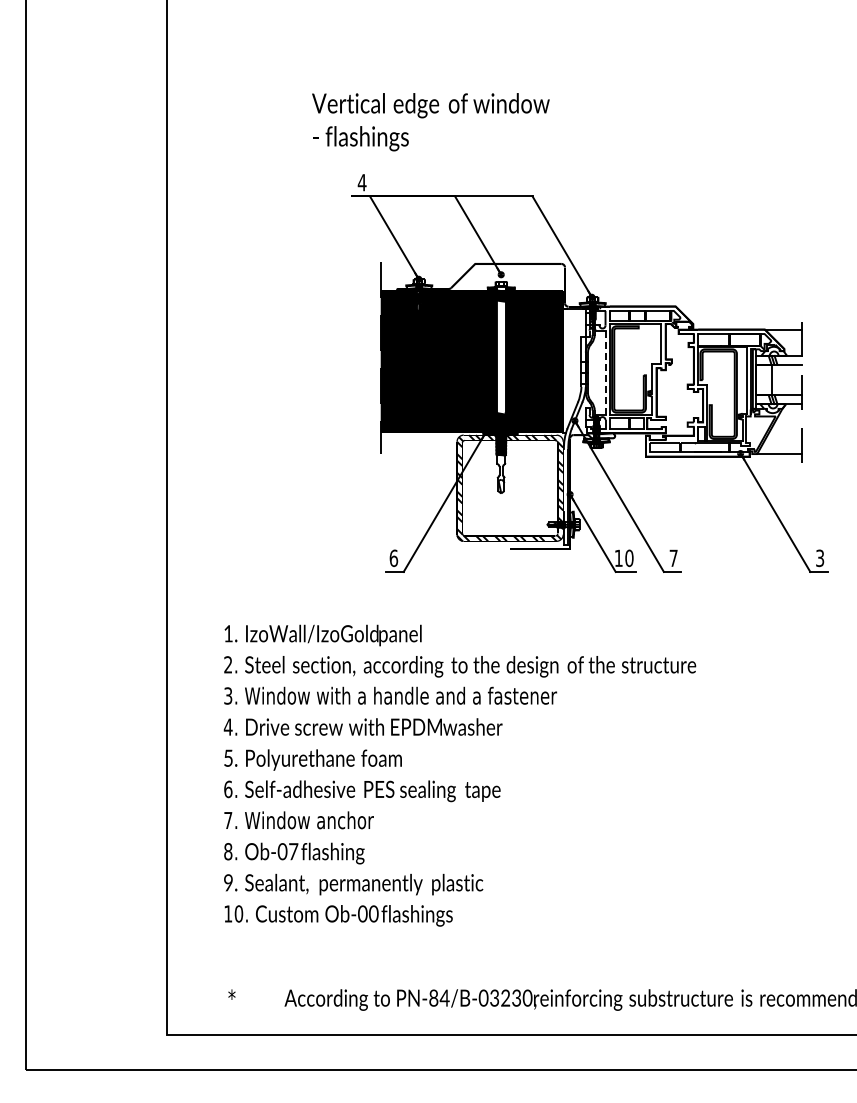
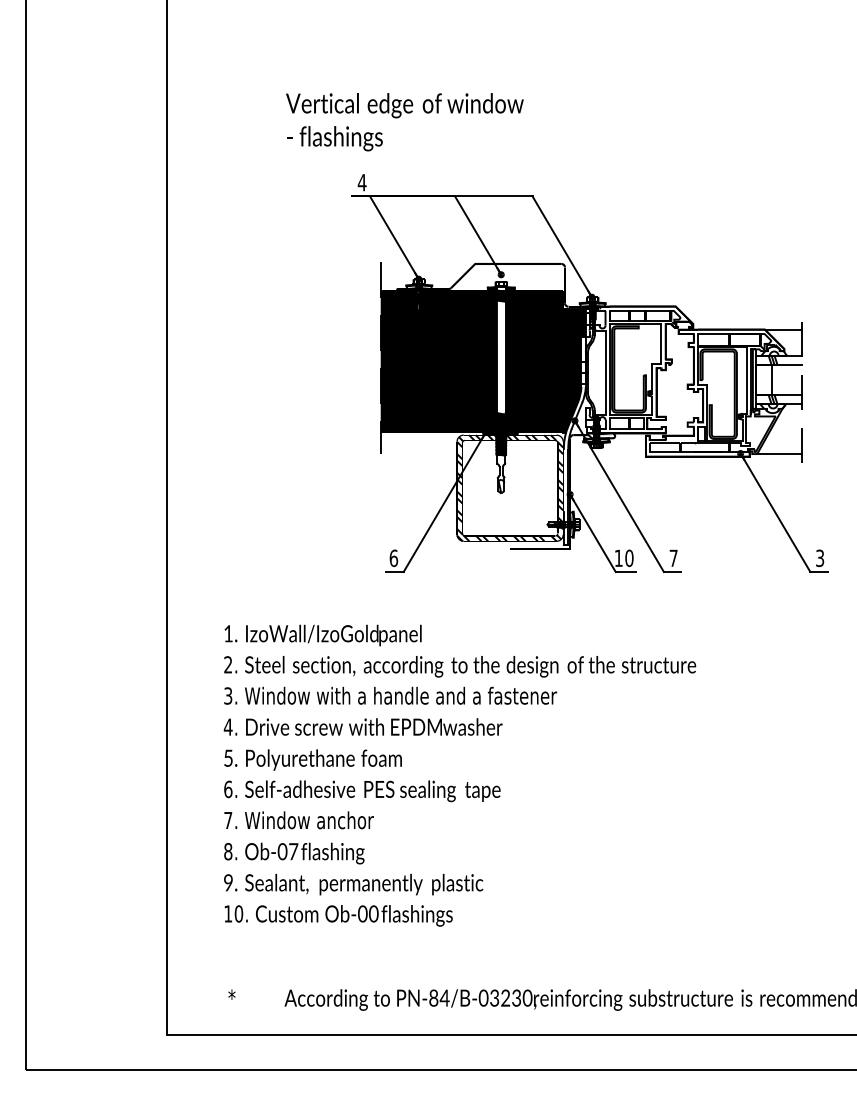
text at (430, 122) position: (430, 122) -> (404, 122)
fill at (574, 370): none -> present
line at (605, 372): dashed -> solid
